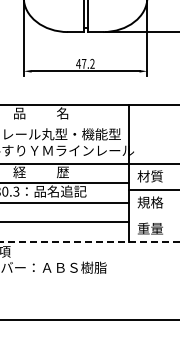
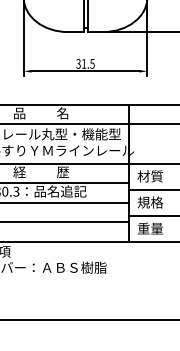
text at (85, 63): 47.2 -> 31.5
line at (89, 124): none -> present
line at (152, 215): none -> present
line at (89, 242): dashed -> solid
